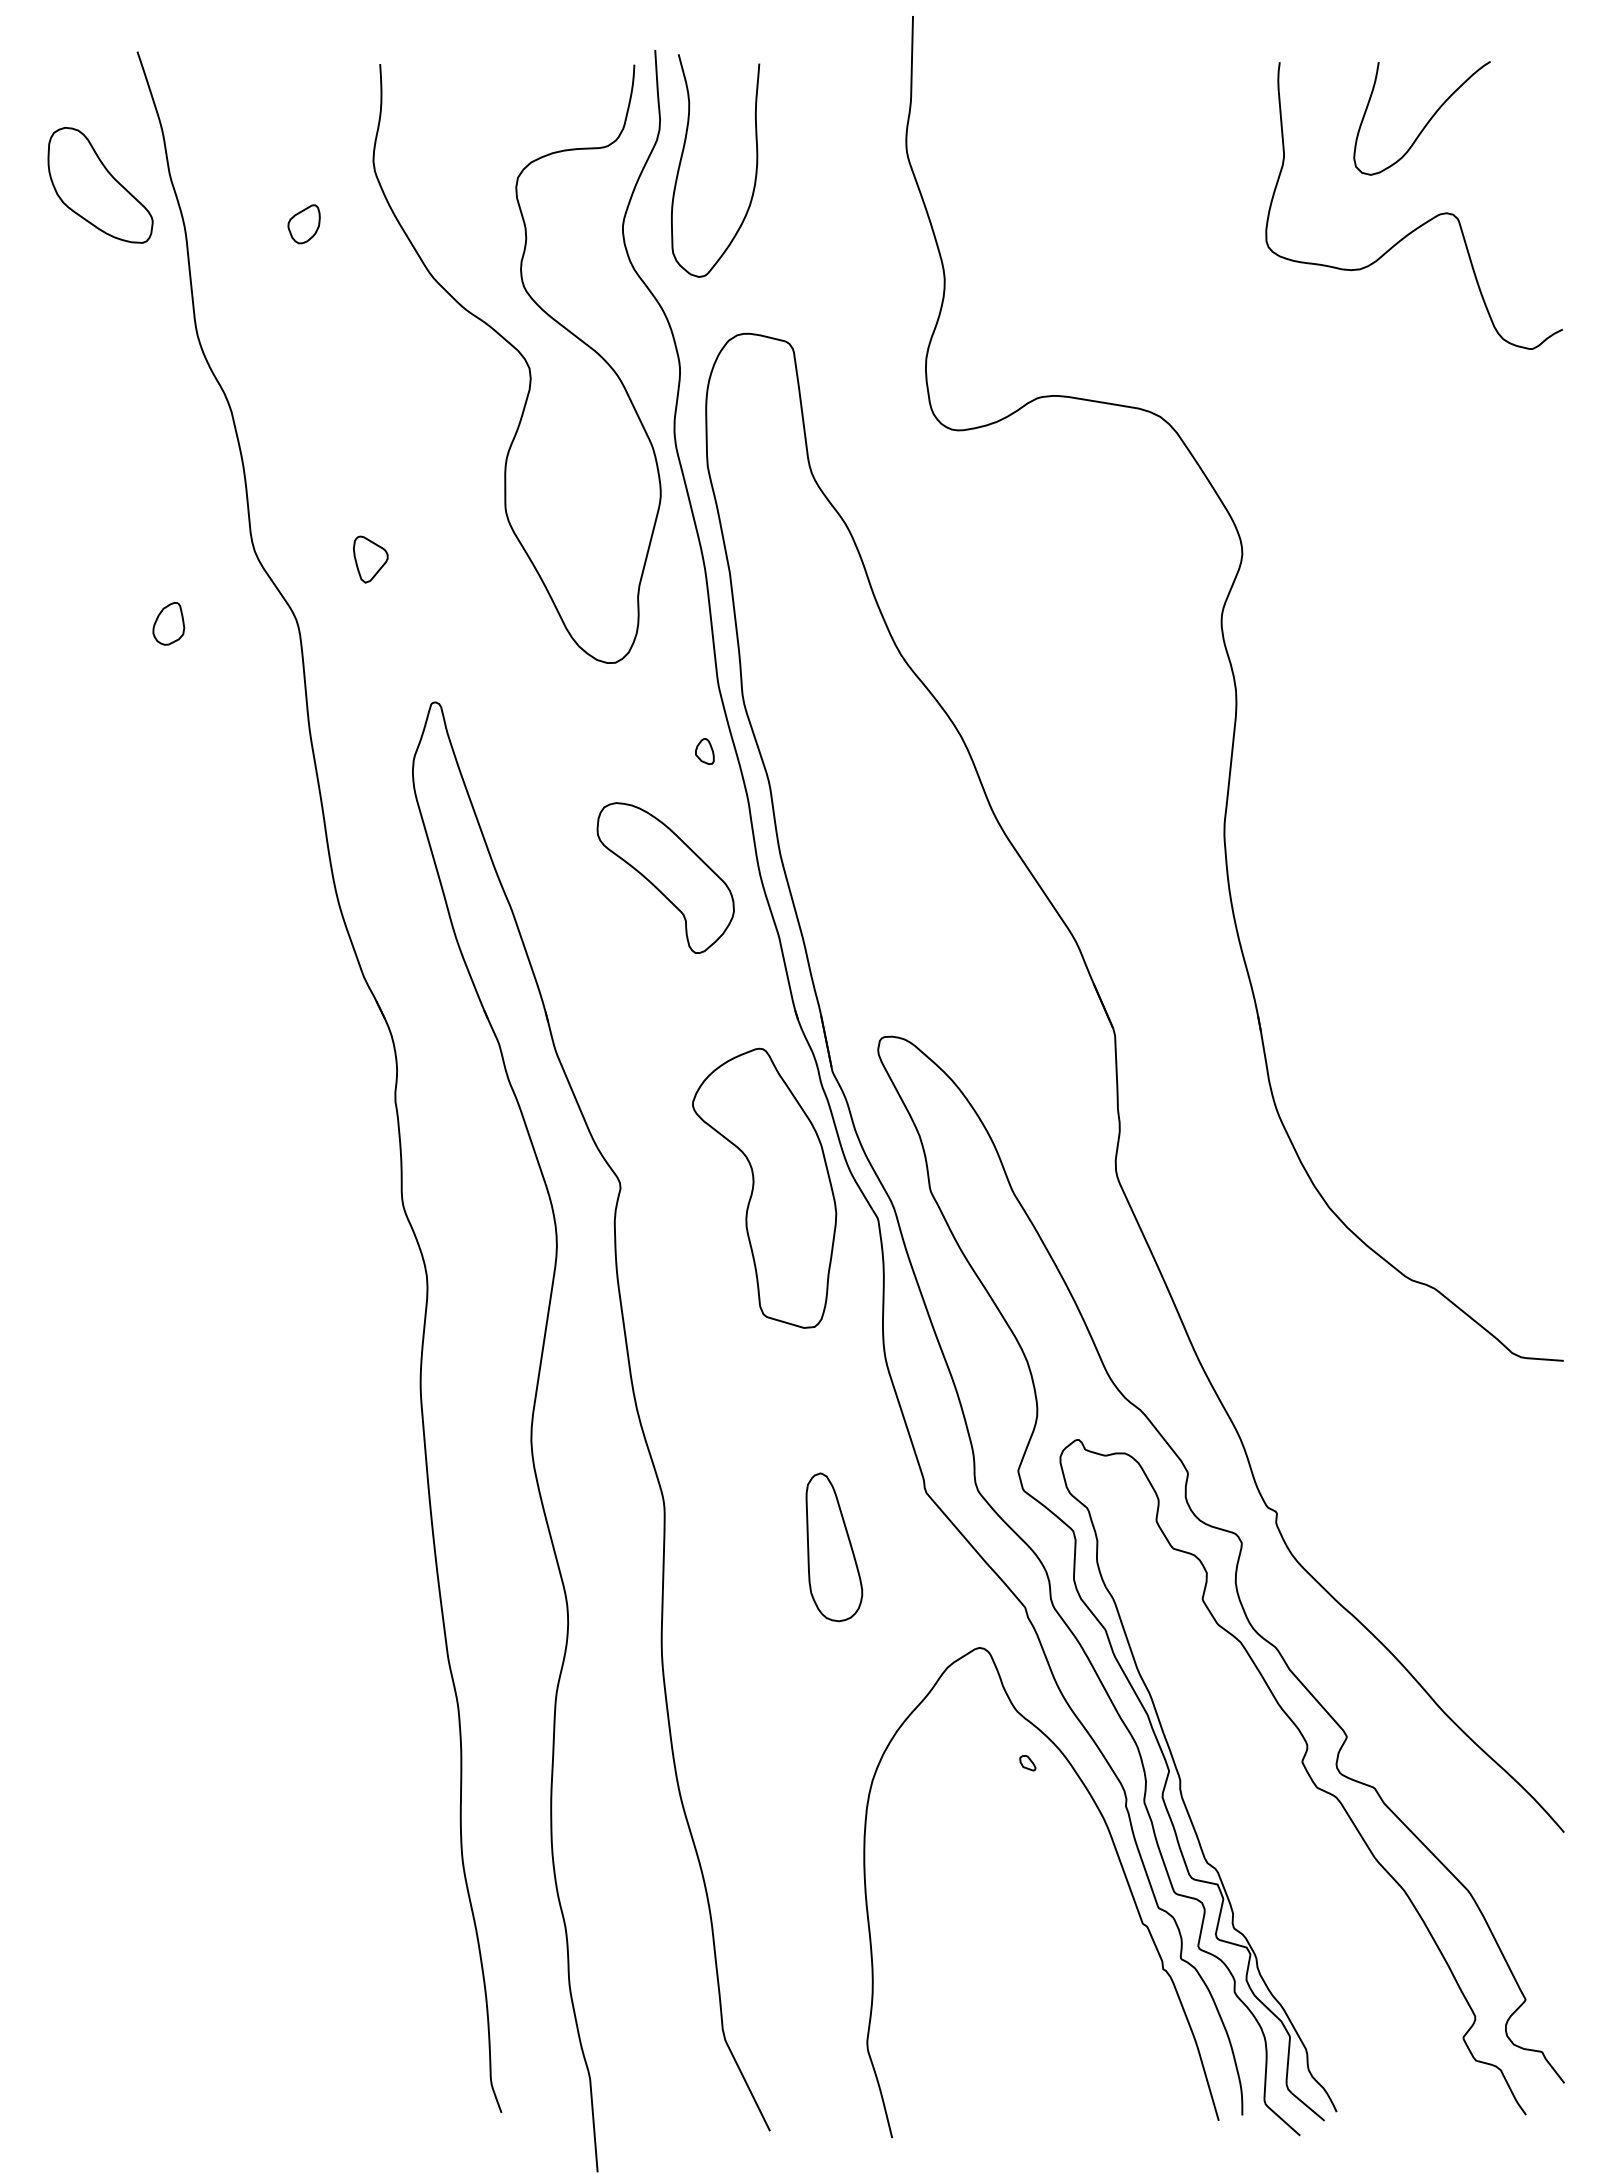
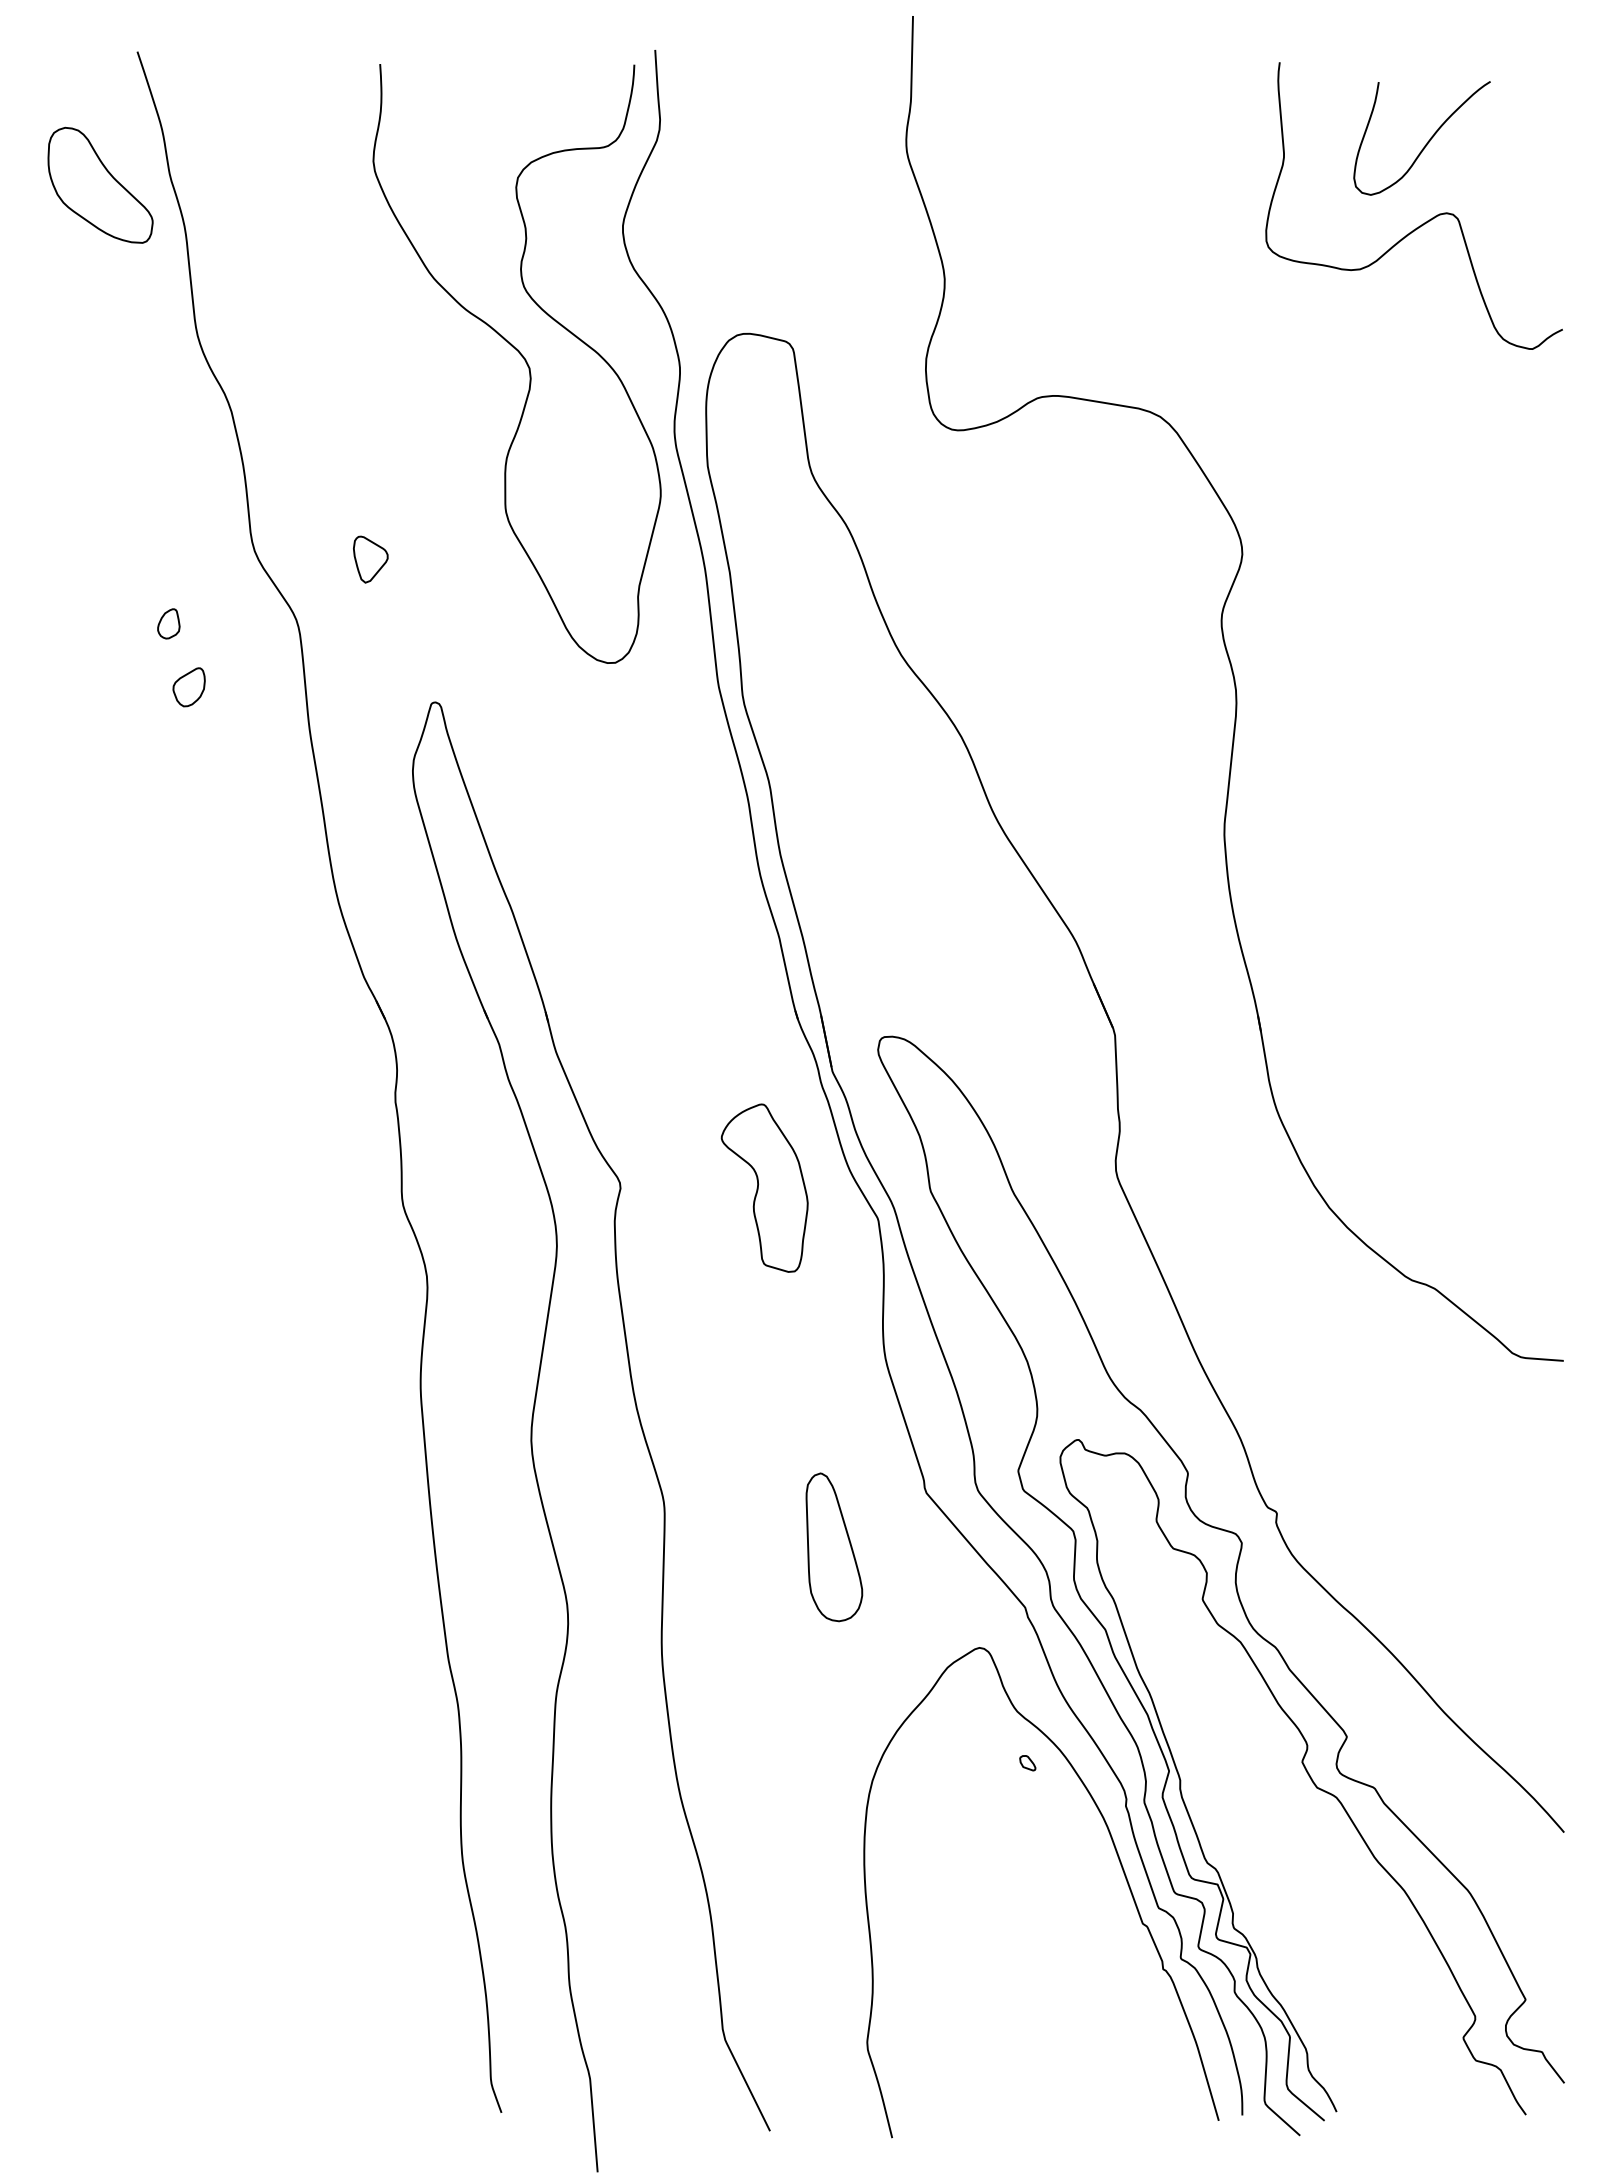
curve at (1427, 121) position: (1427, 121) -> (1427, 141)
curve at (682, 158): present -> none
part at (303, 224) position: (303, 224) -> (188, 687)
part at (168, 623) size: 34x44 px -> 24x32 px
part at (704, 751): present -> none
part at (665, 877): present -> none
part at (764, 1187) size: 146x282 px -> 89x170 px
